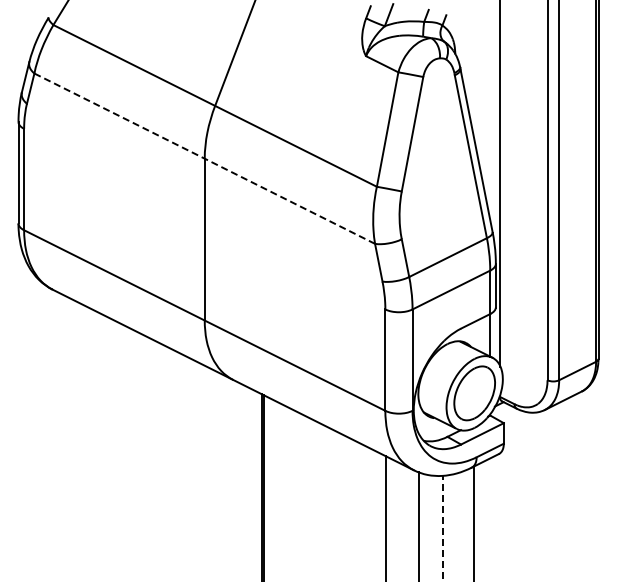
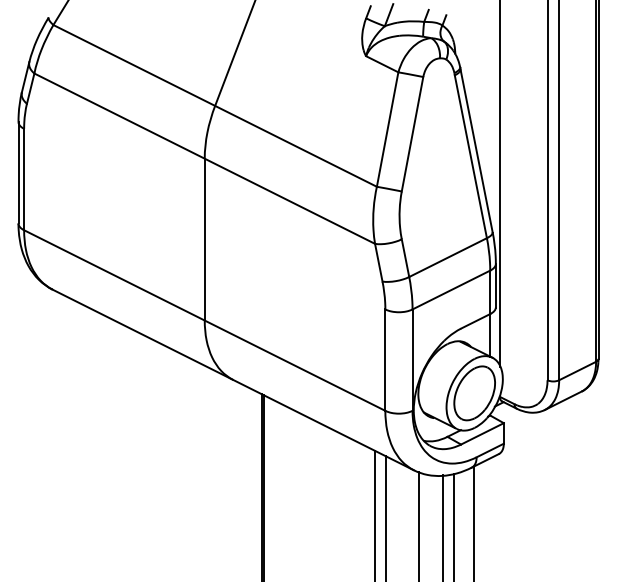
line at (205, 158): dashed -> solid
line at (374, 514): none -> present
line at (454, 525): none -> present
line at (442, 528): dashed -> solid
